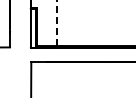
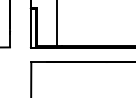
line at (56, 23): dashed -> solid
